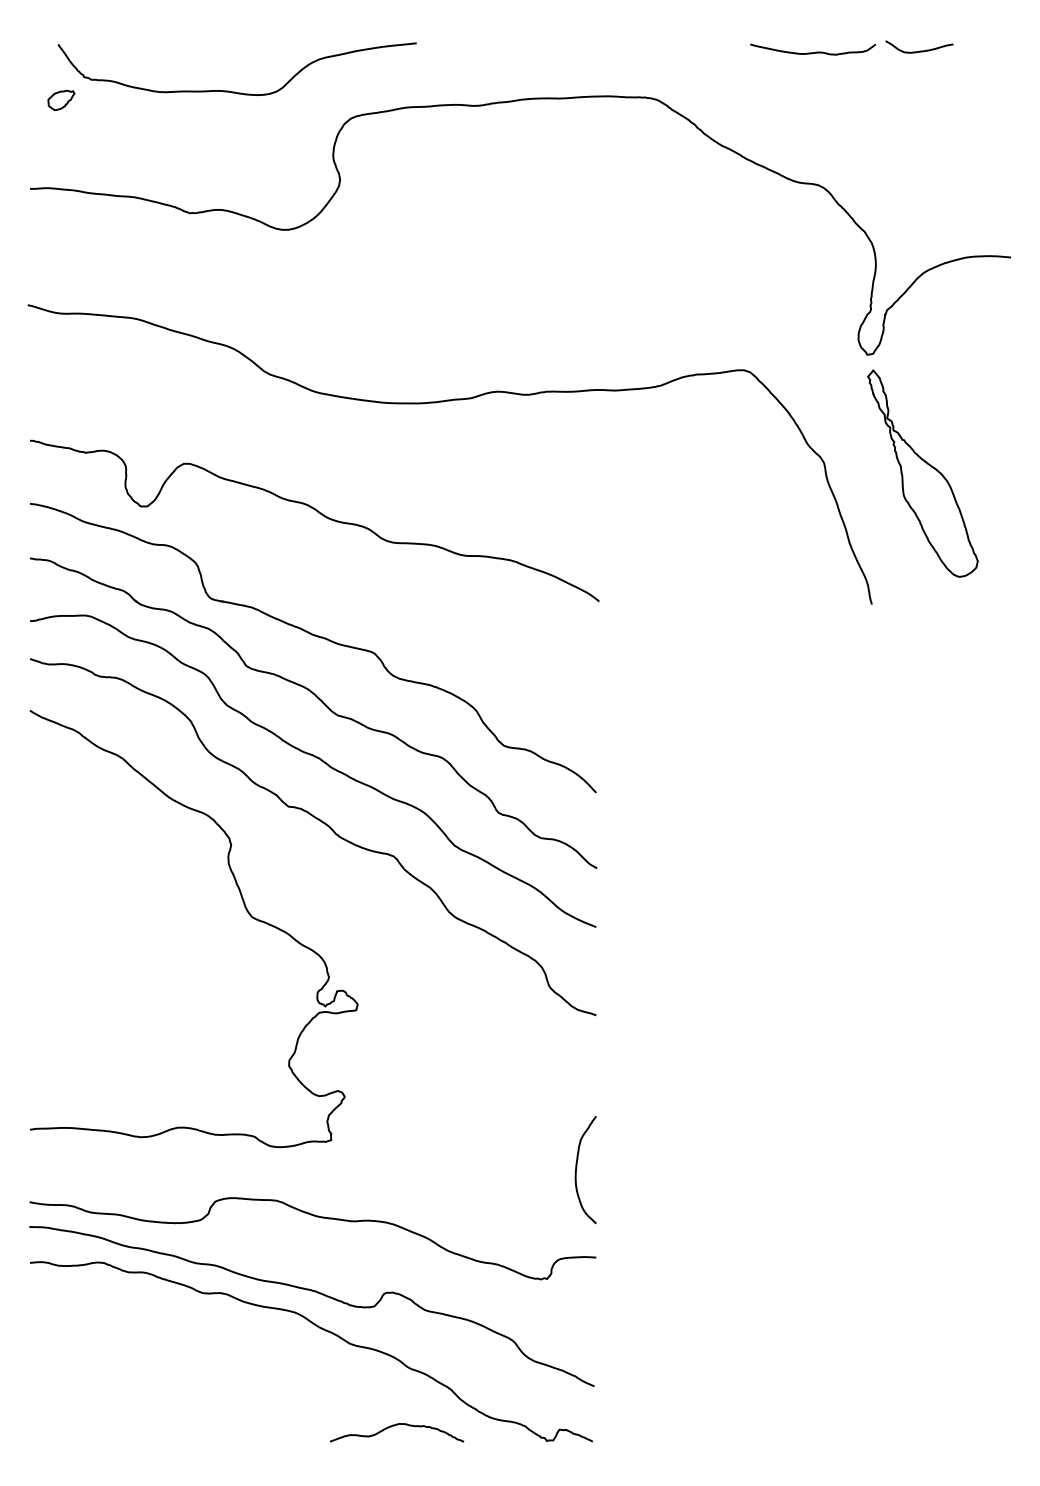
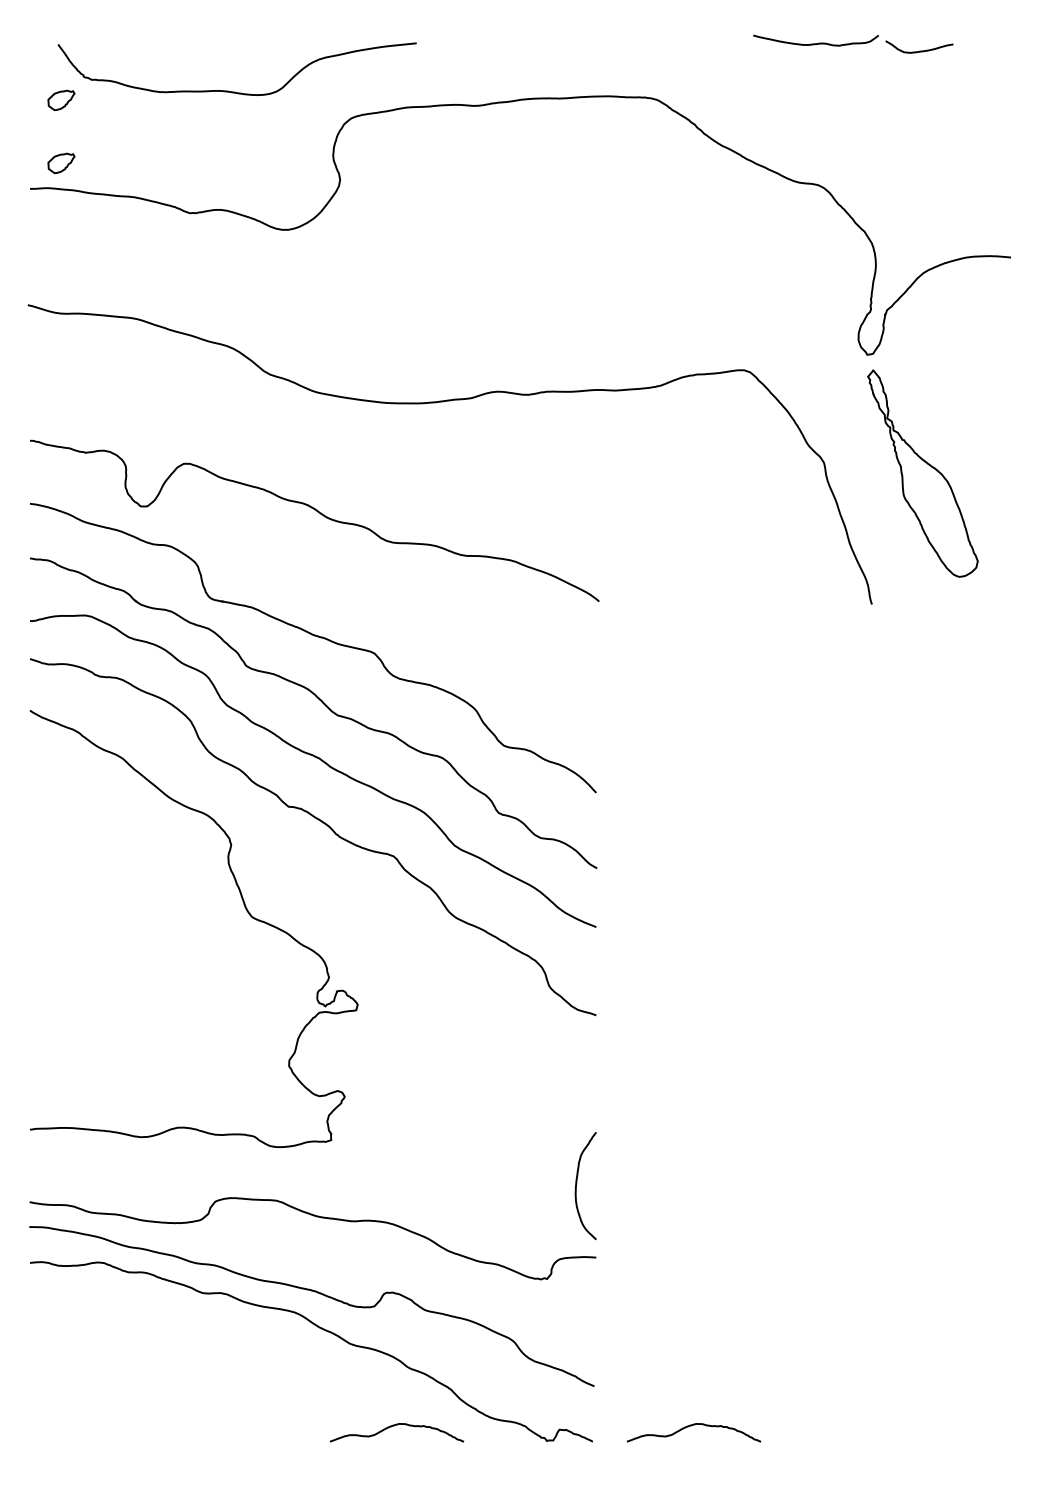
curve at (812, 52) position: (812, 52) -> (815, 43)
part at (61, 162): none -> present
curve at (577, 1167) position: (577, 1167) -> (577, 1183)
curve at (691, 1426): none -> present
